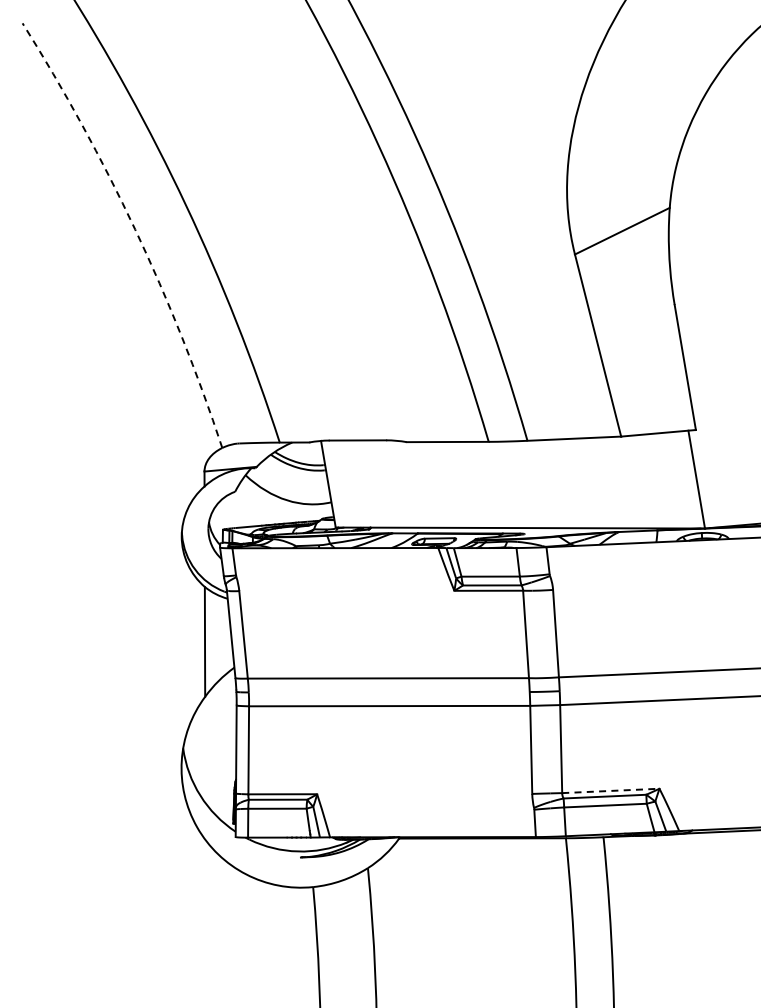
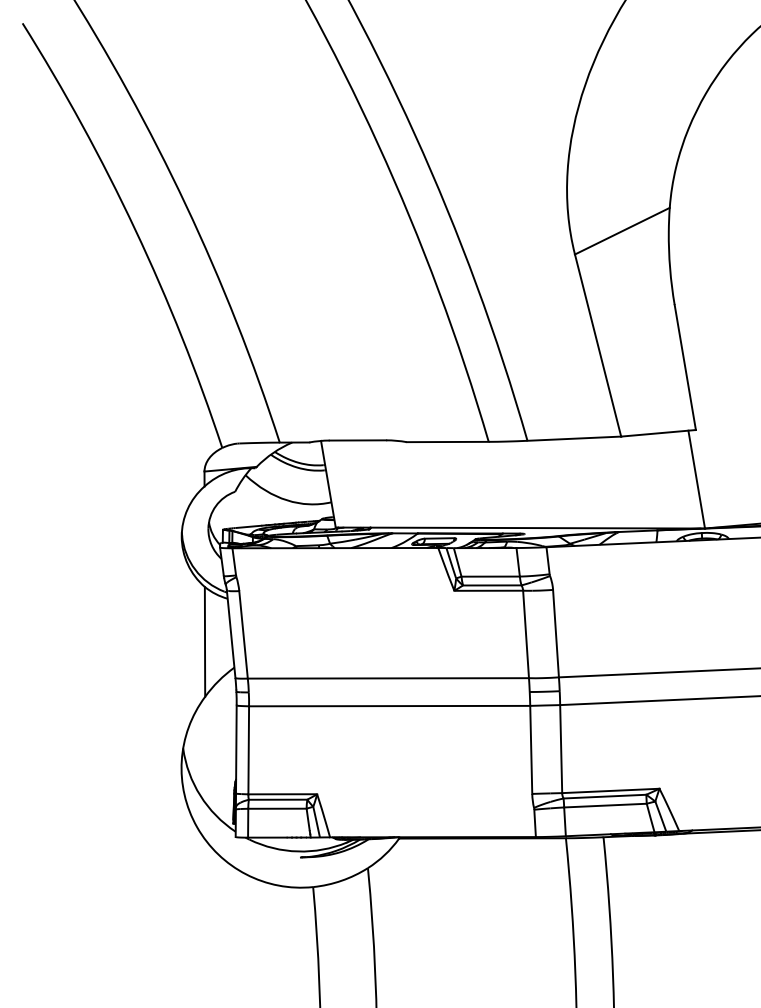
arc at (135, 229): dashed -> solid
line at (610, 790): dashed -> solid
